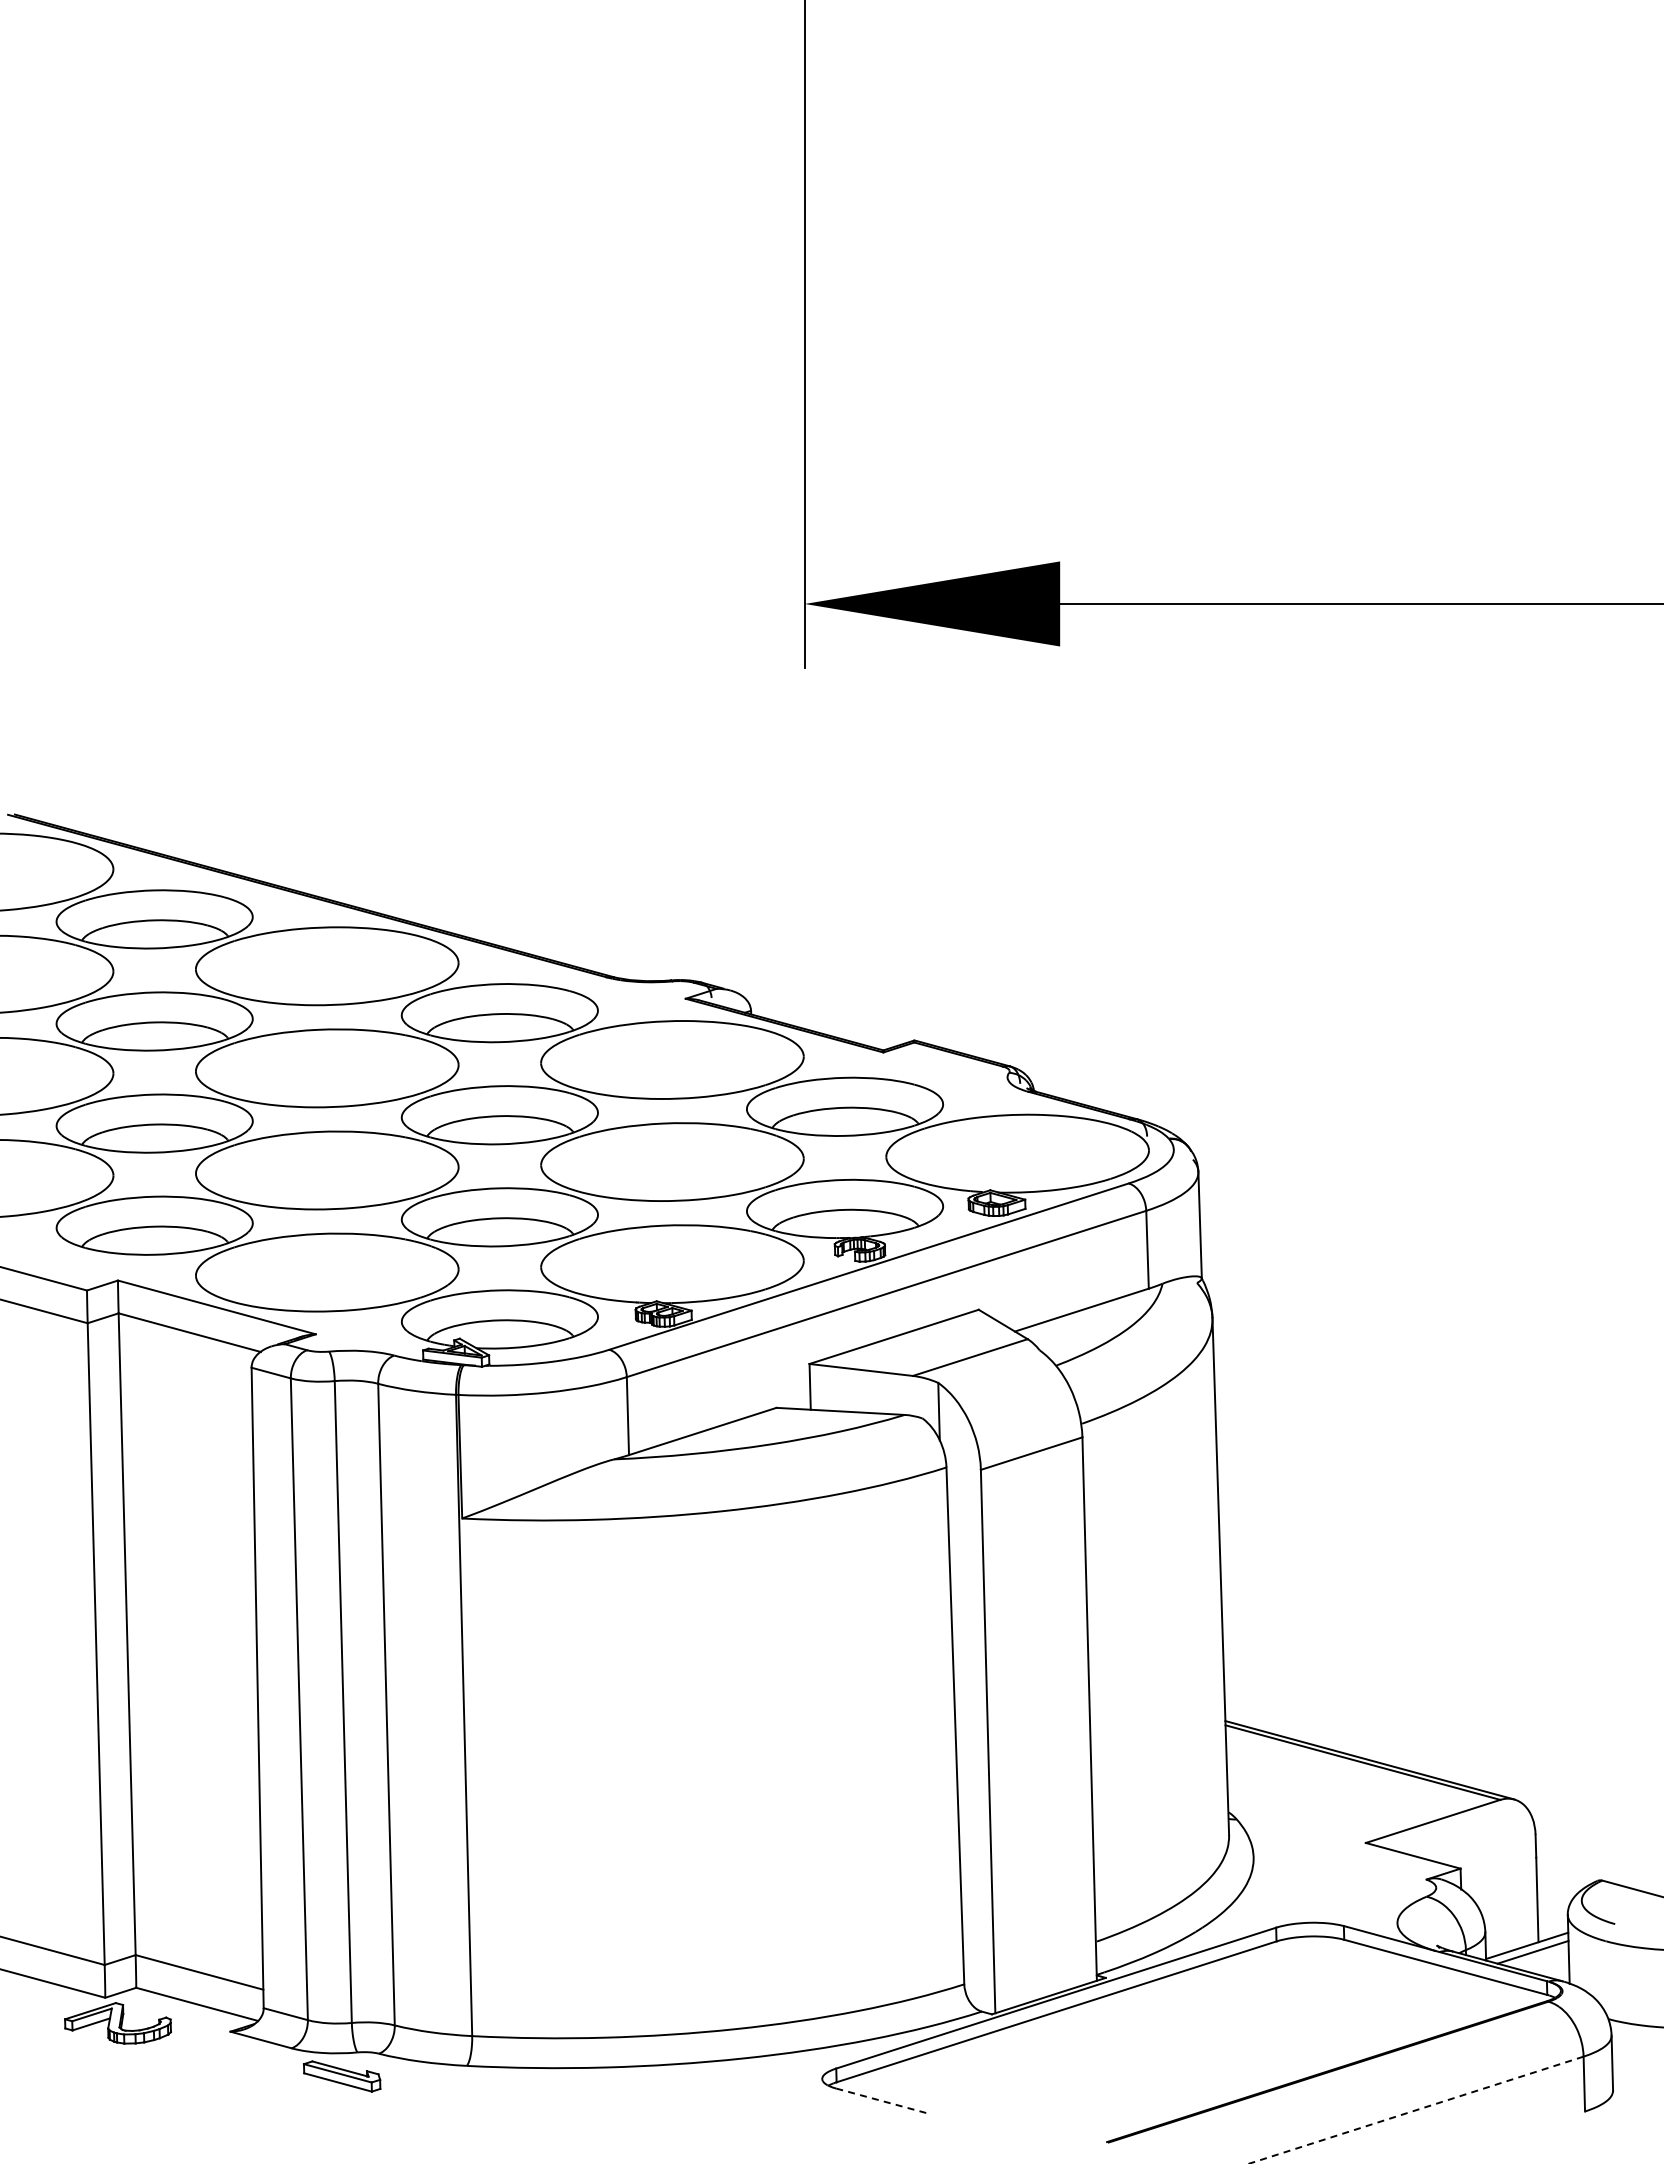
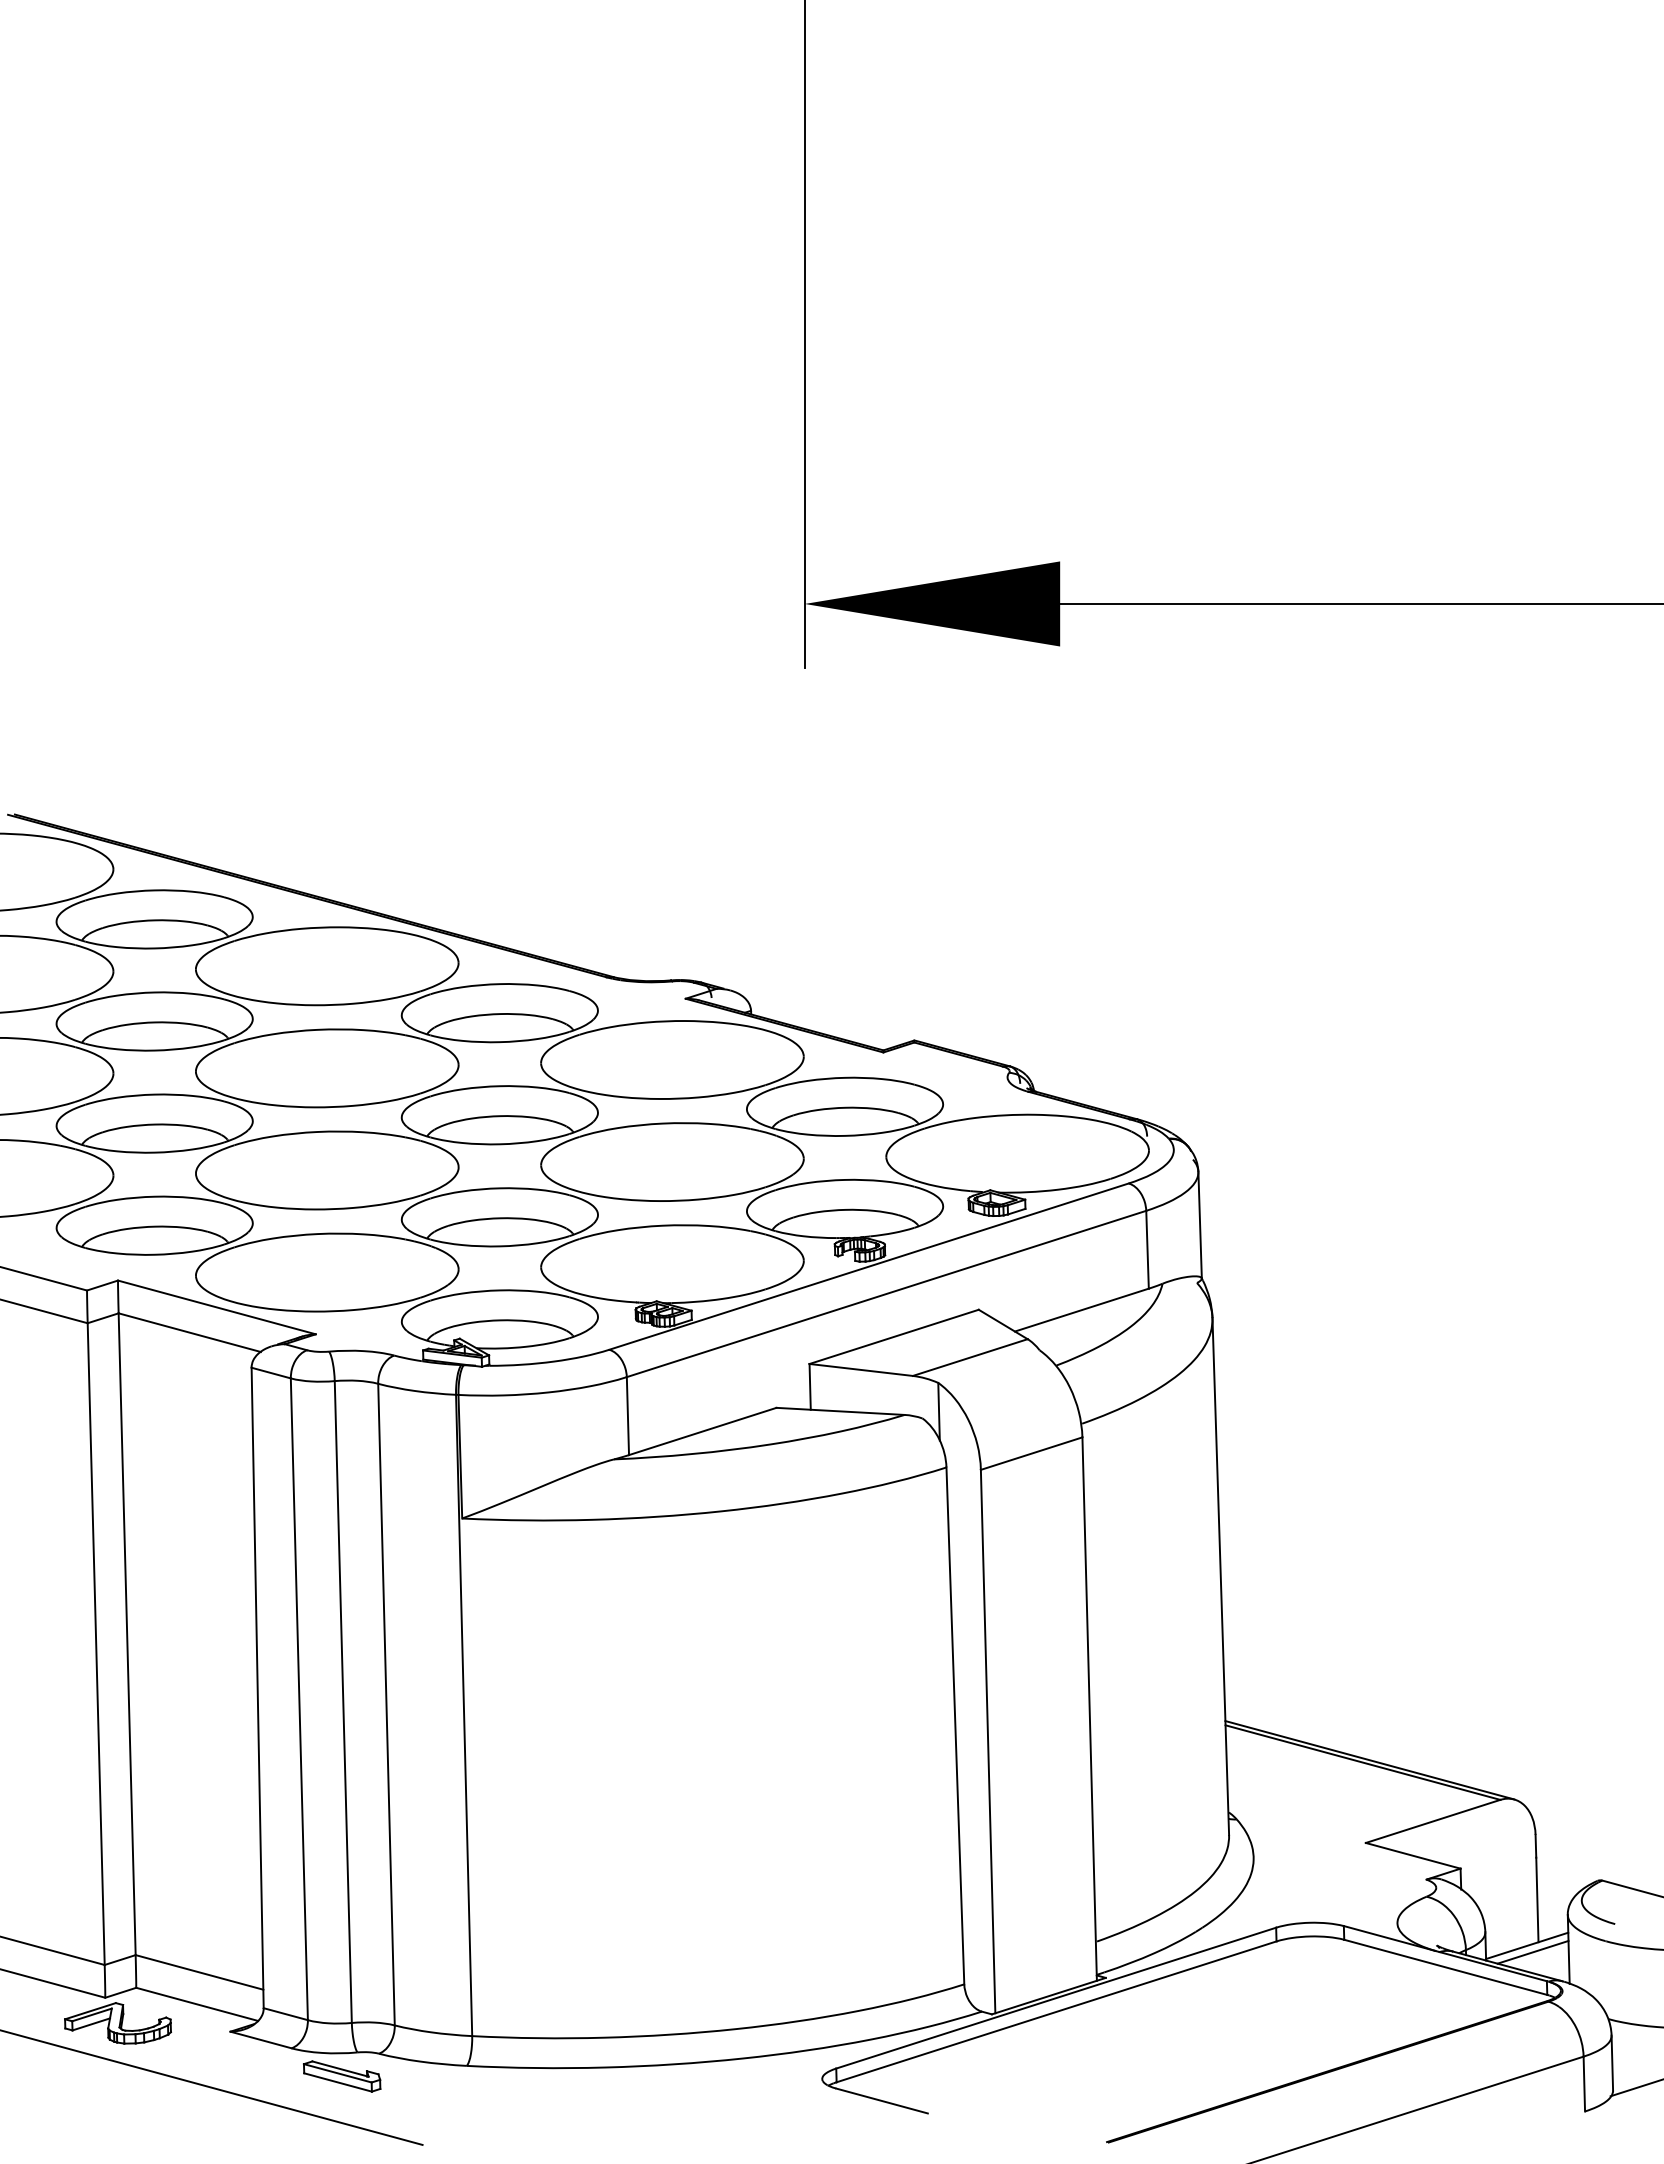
line at (212, 2087): none -> present
line at (1635, 2088): none -> present
line at (882, 2101): dashed -> solid
line at (1416, 2110): dashed -> solid
